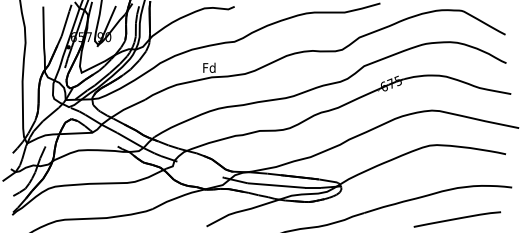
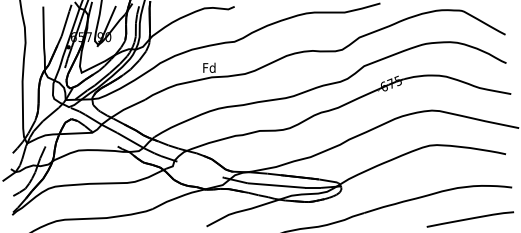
curve at (457, 219) position: (457, 219) -> (470, 219)
